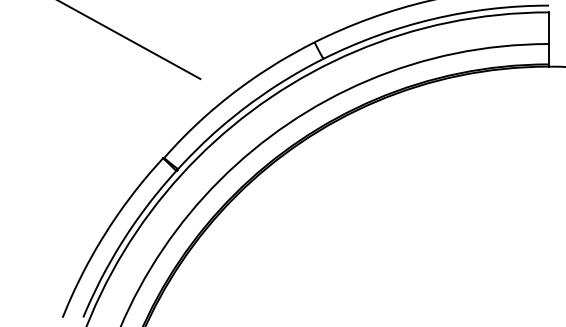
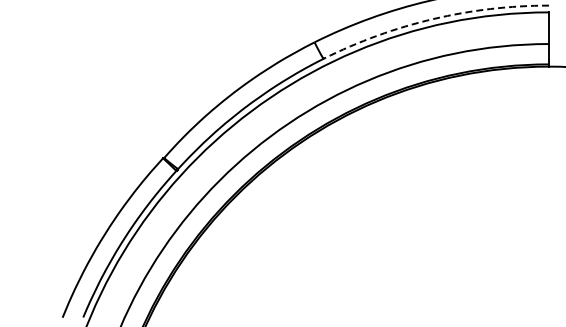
arc at (433, 19): solid -> dashed
line at (130, 40): present -> none
